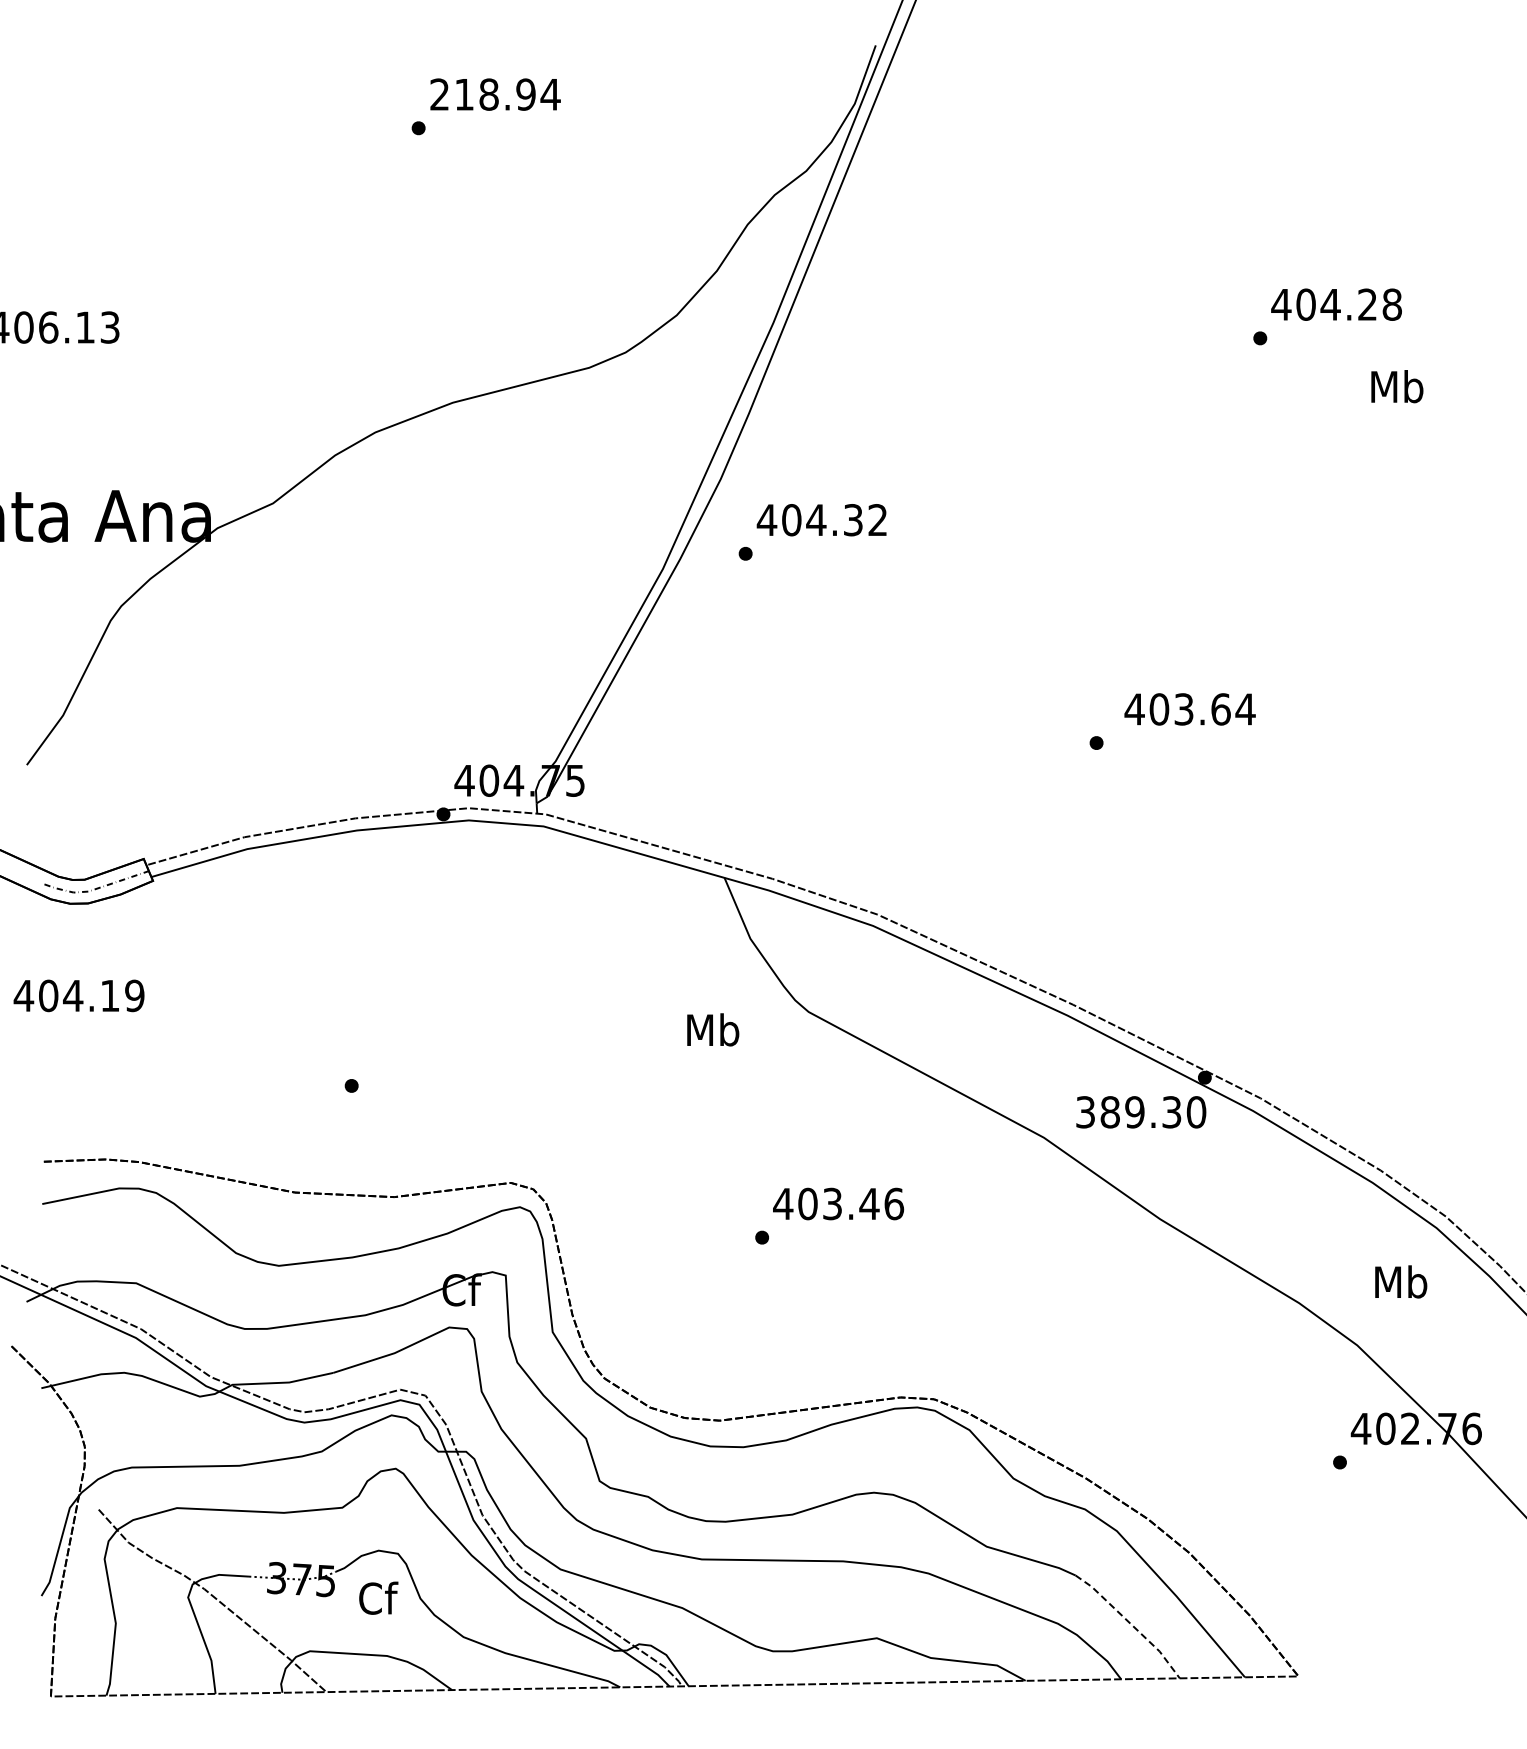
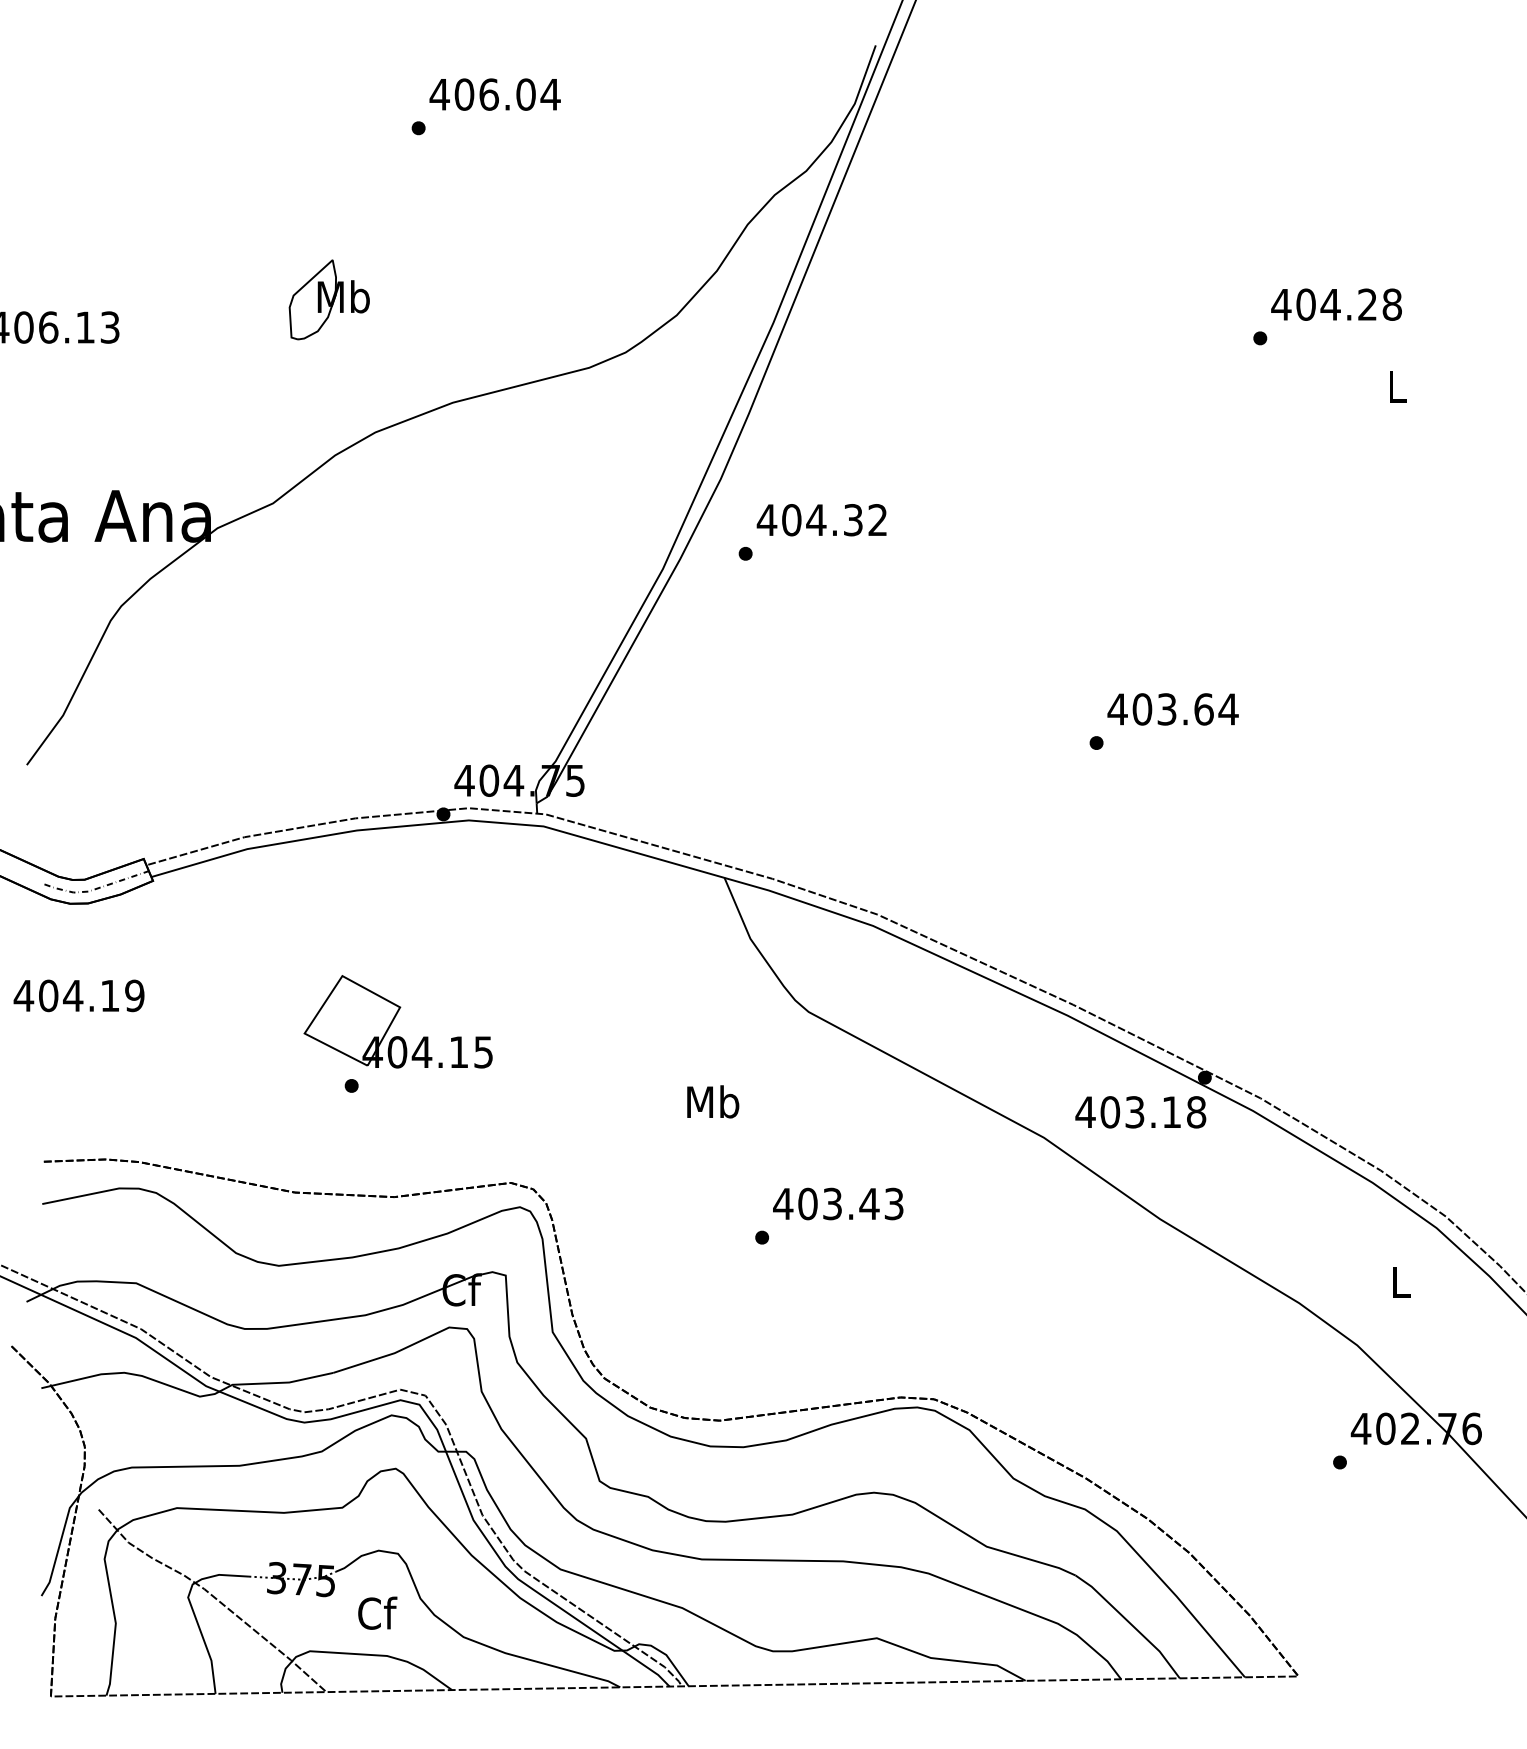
text at (482, 94): 218.94 -> 406.04
part at (328, 299): none -> present
text at (1397, 386): Mb -> L
text at (1189, 709) position: (1189, 709) -> (1172, 709)
part at (397, 1021): none -> present
text at (713, 1029) position: (713, 1029) -> (713, 1101)
text at (1140, 1112): 389.30 -> 403.18
text at (894, 1203): 403.46 -> 403.43
text at (1401, 1281): Mb -> L
text at (378, 1597) position: (378, 1597) -> (377, 1612)
line at (1130, 1623): dashed -> solid
